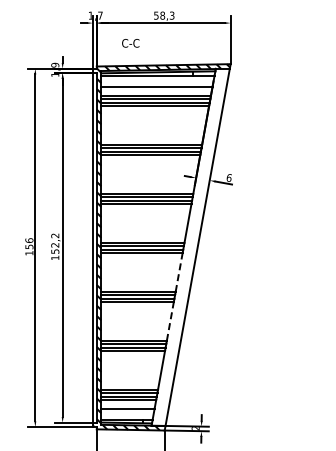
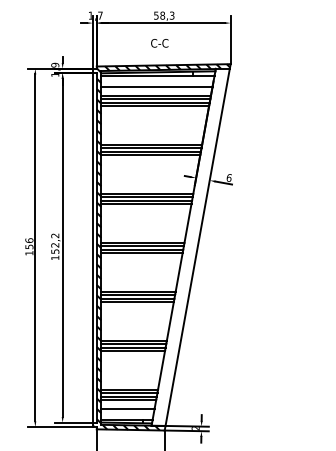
text at (130, 43) position: (130, 43) -> (159, 43)
line at (179, 272): dashed -> solid
line at (170, 321): dashed -> solid
